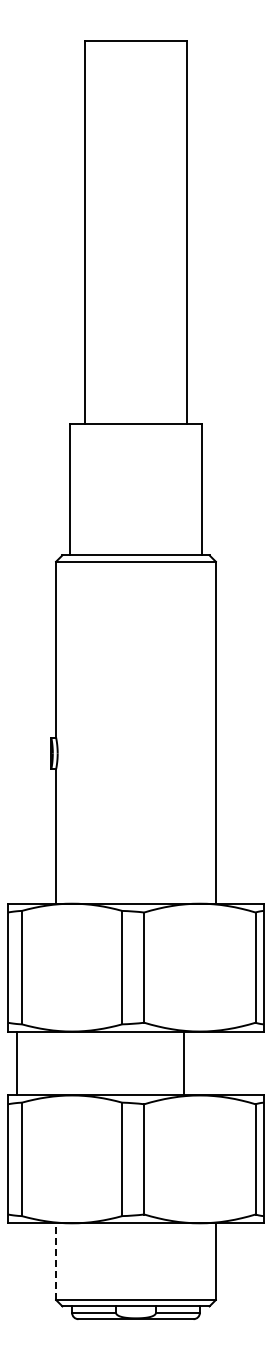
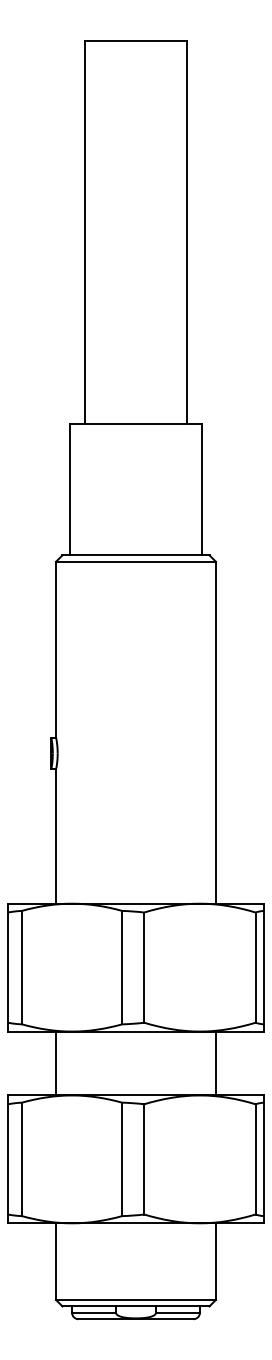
line at (17, 1063) position: (17, 1063) -> (56, 1063)
line at (183, 1063) position: (183, 1063) -> (215, 1063)
line at (56, 1261): dashed -> solid
